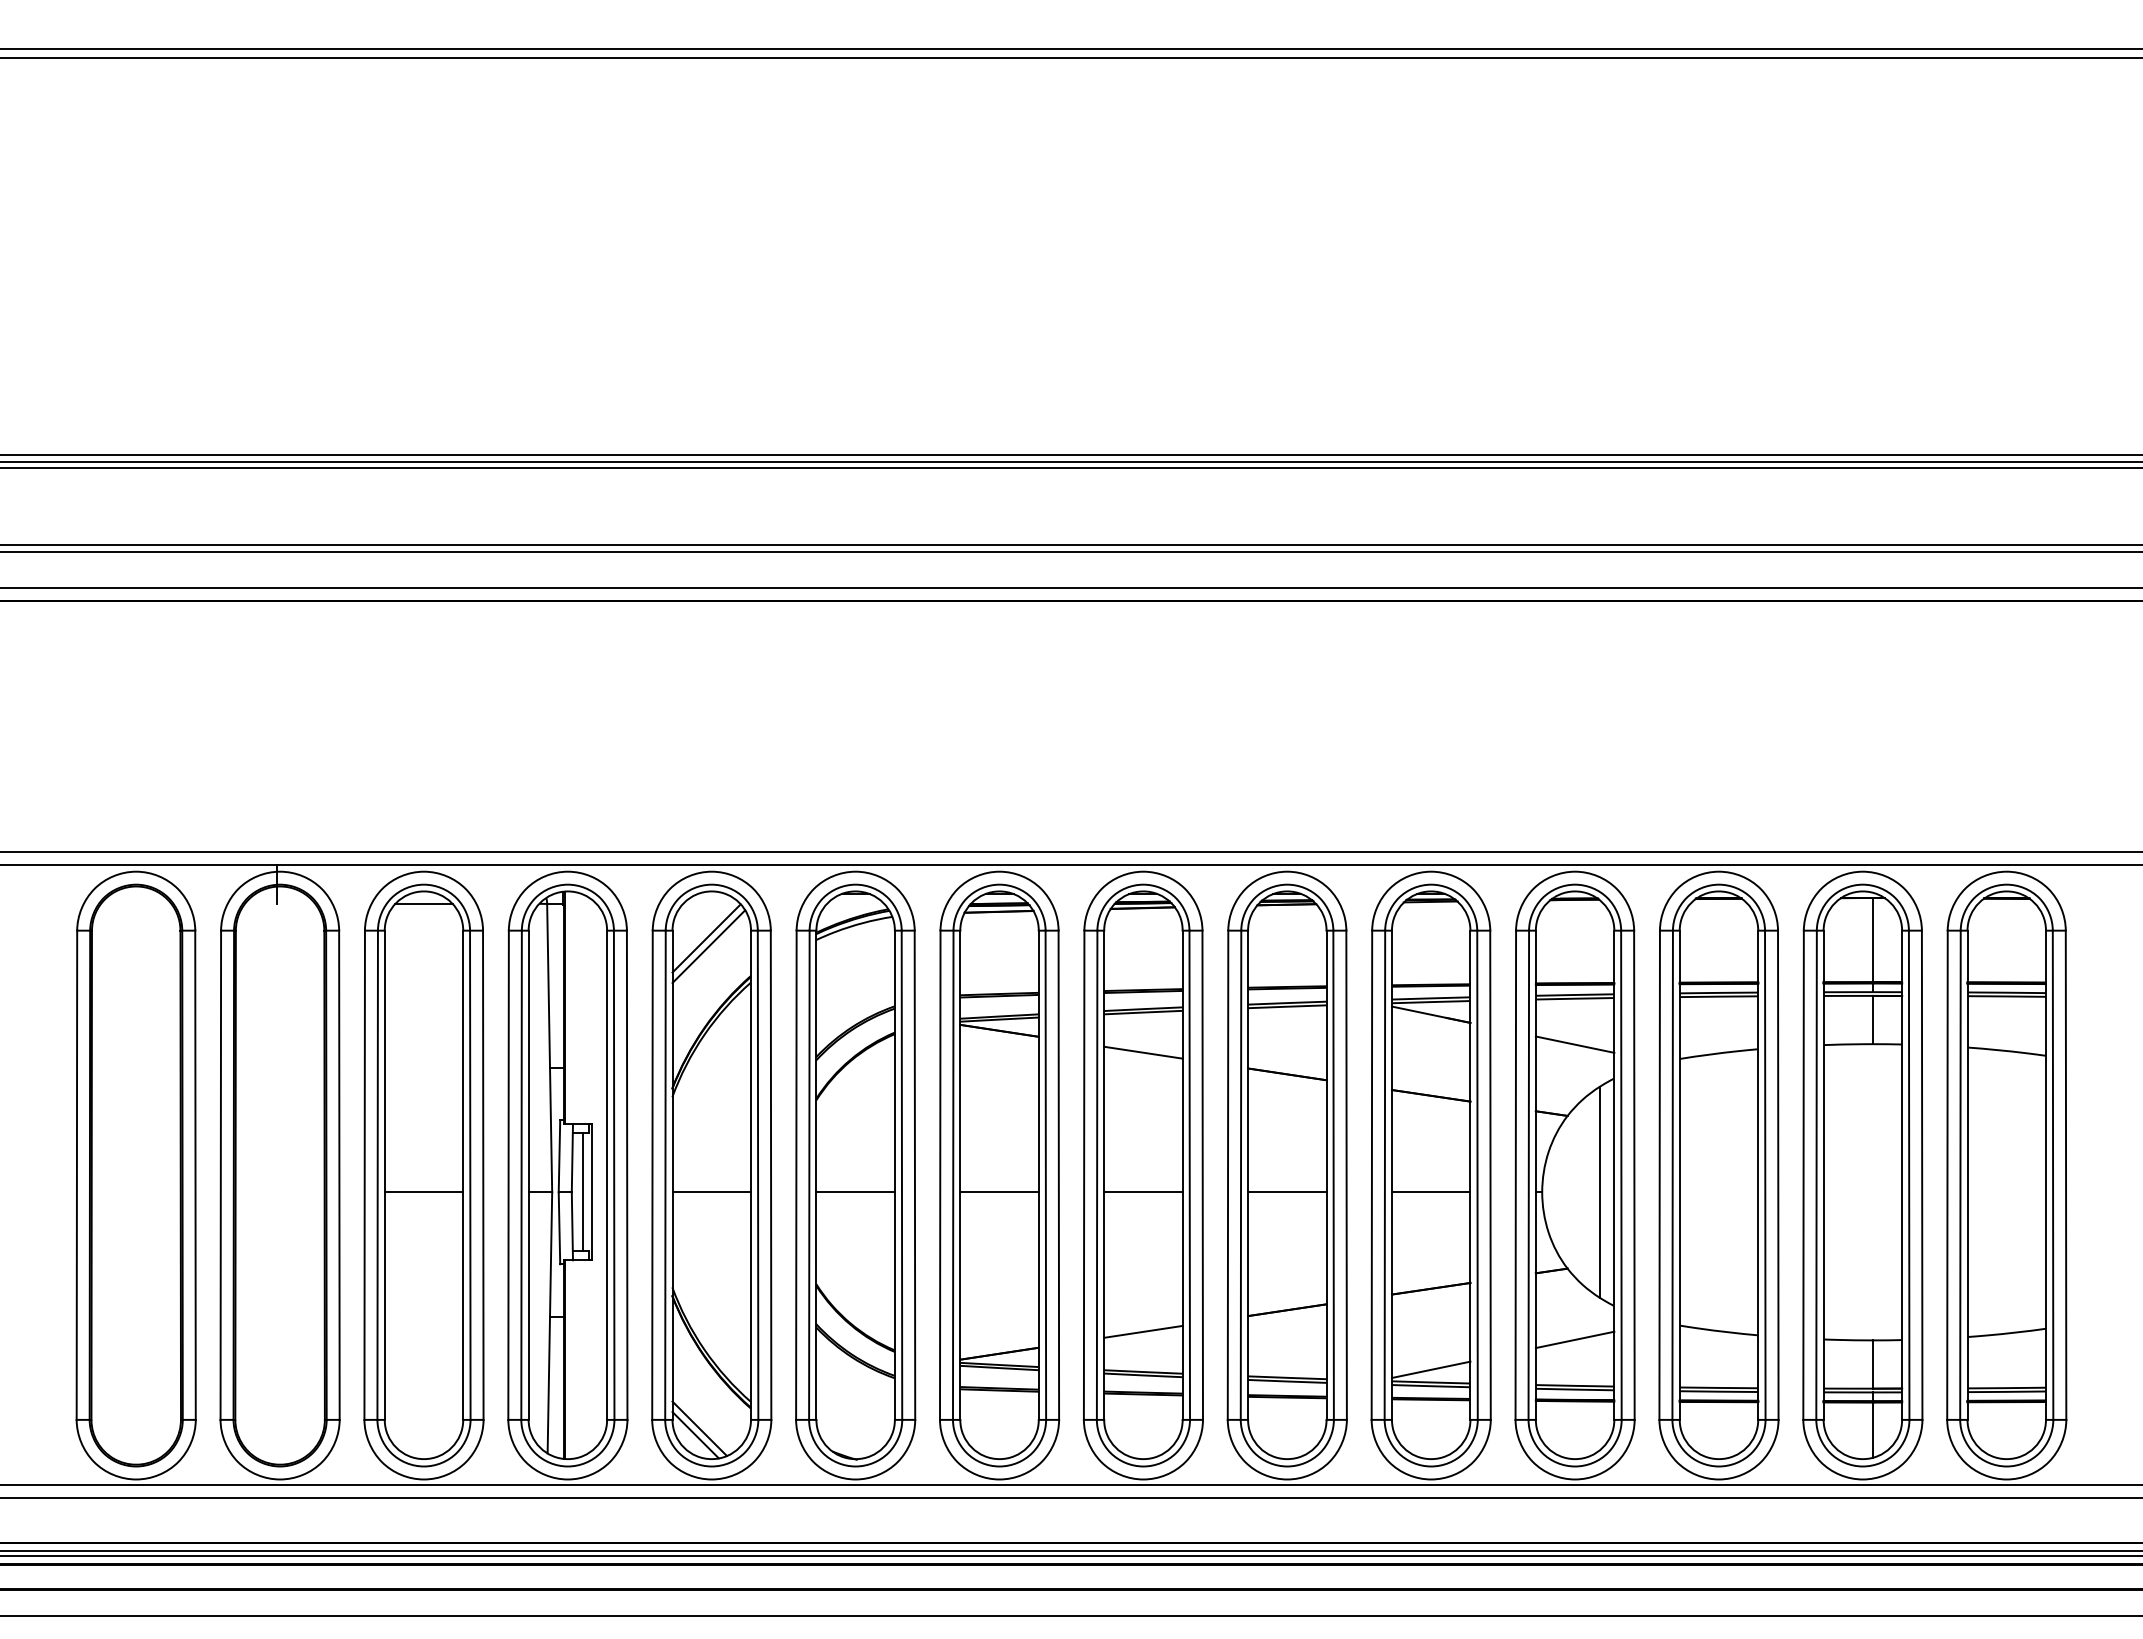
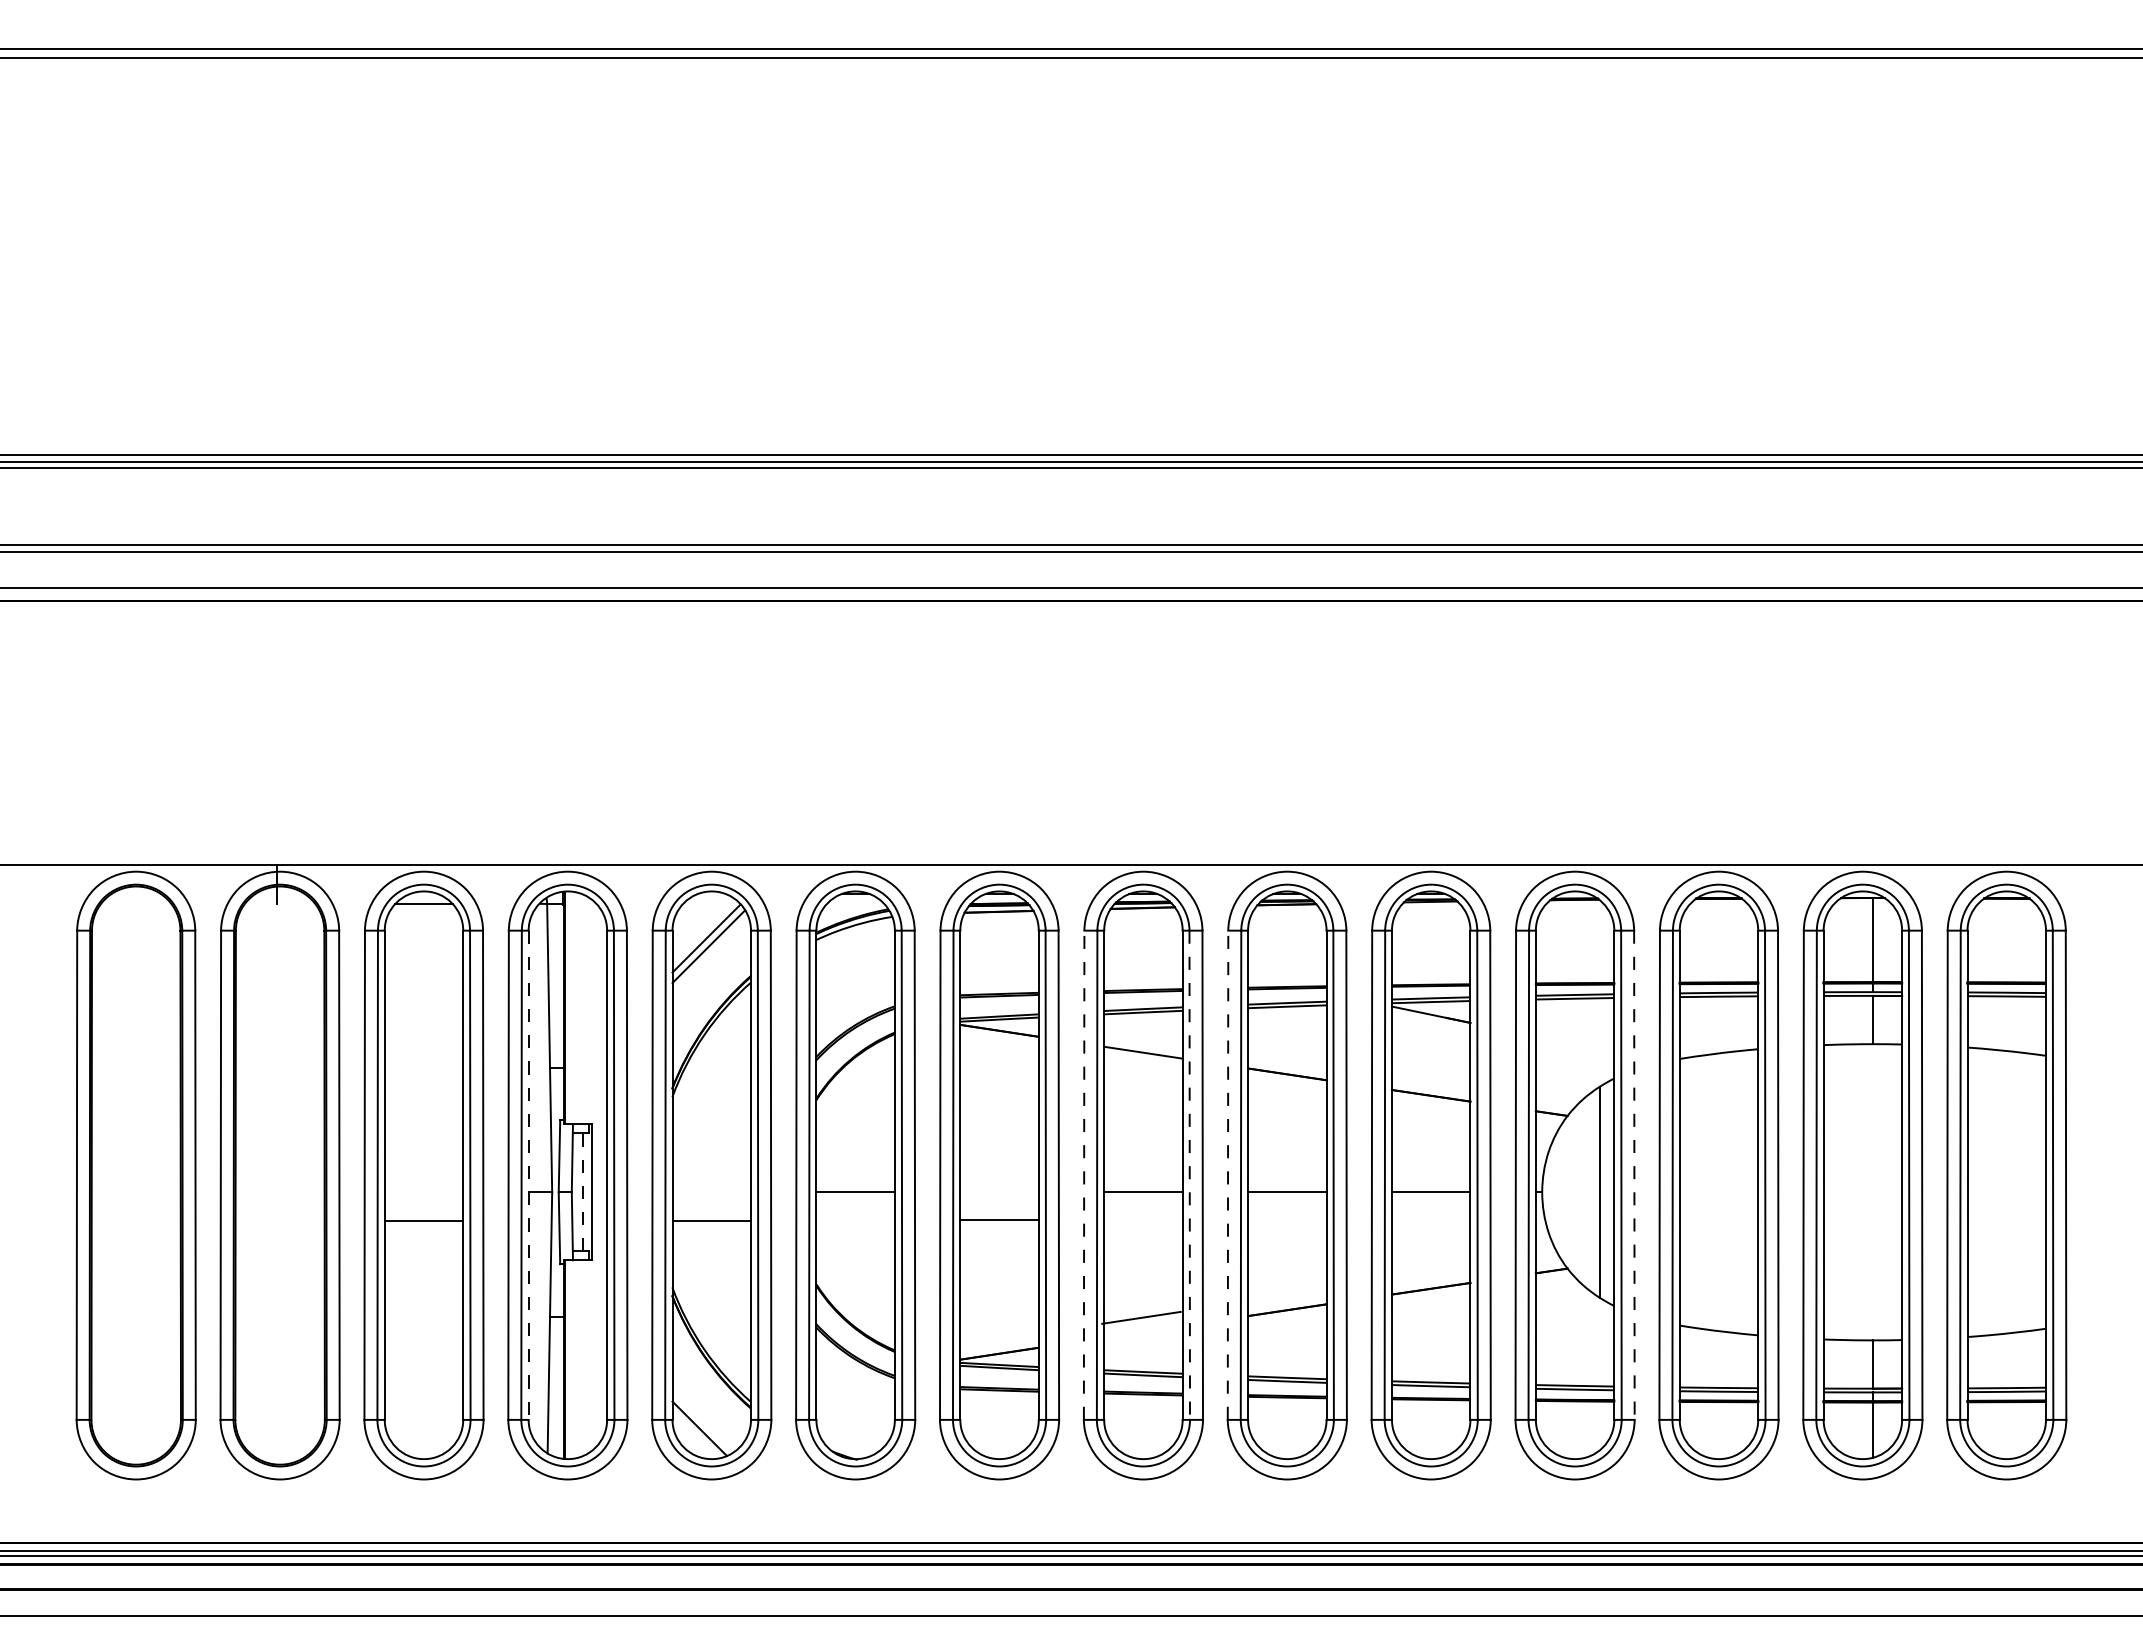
line at (1070, 852): present -> none
line at (1574, 1044): present -> none
line at (528, 1175): solid -> dashed
line at (1084, 1175): solid -> dashed
line at (1189, 1175): solid -> dashed
line at (1228, 1175): solid -> dashed
line at (1634, 1175): solid -> dashed
line at (423, 1192) position: (423, 1192) -> (423, 1221)
line at (582, 1192): solid -> dashed
line at (711, 1192) position: (711, 1192) -> (711, 1221)
line at (999, 1192) position: (999, 1192) -> (999, 1220)
line at (1143, 1331) position: (1143, 1331) -> (1141, 1317)
line at (1574, 1339): present -> none
line at (1430, 1369): present -> none
line at (695, 1435): present -> none
line at (1070, 1485): present -> none
line at (1070, 1498): present -> none
